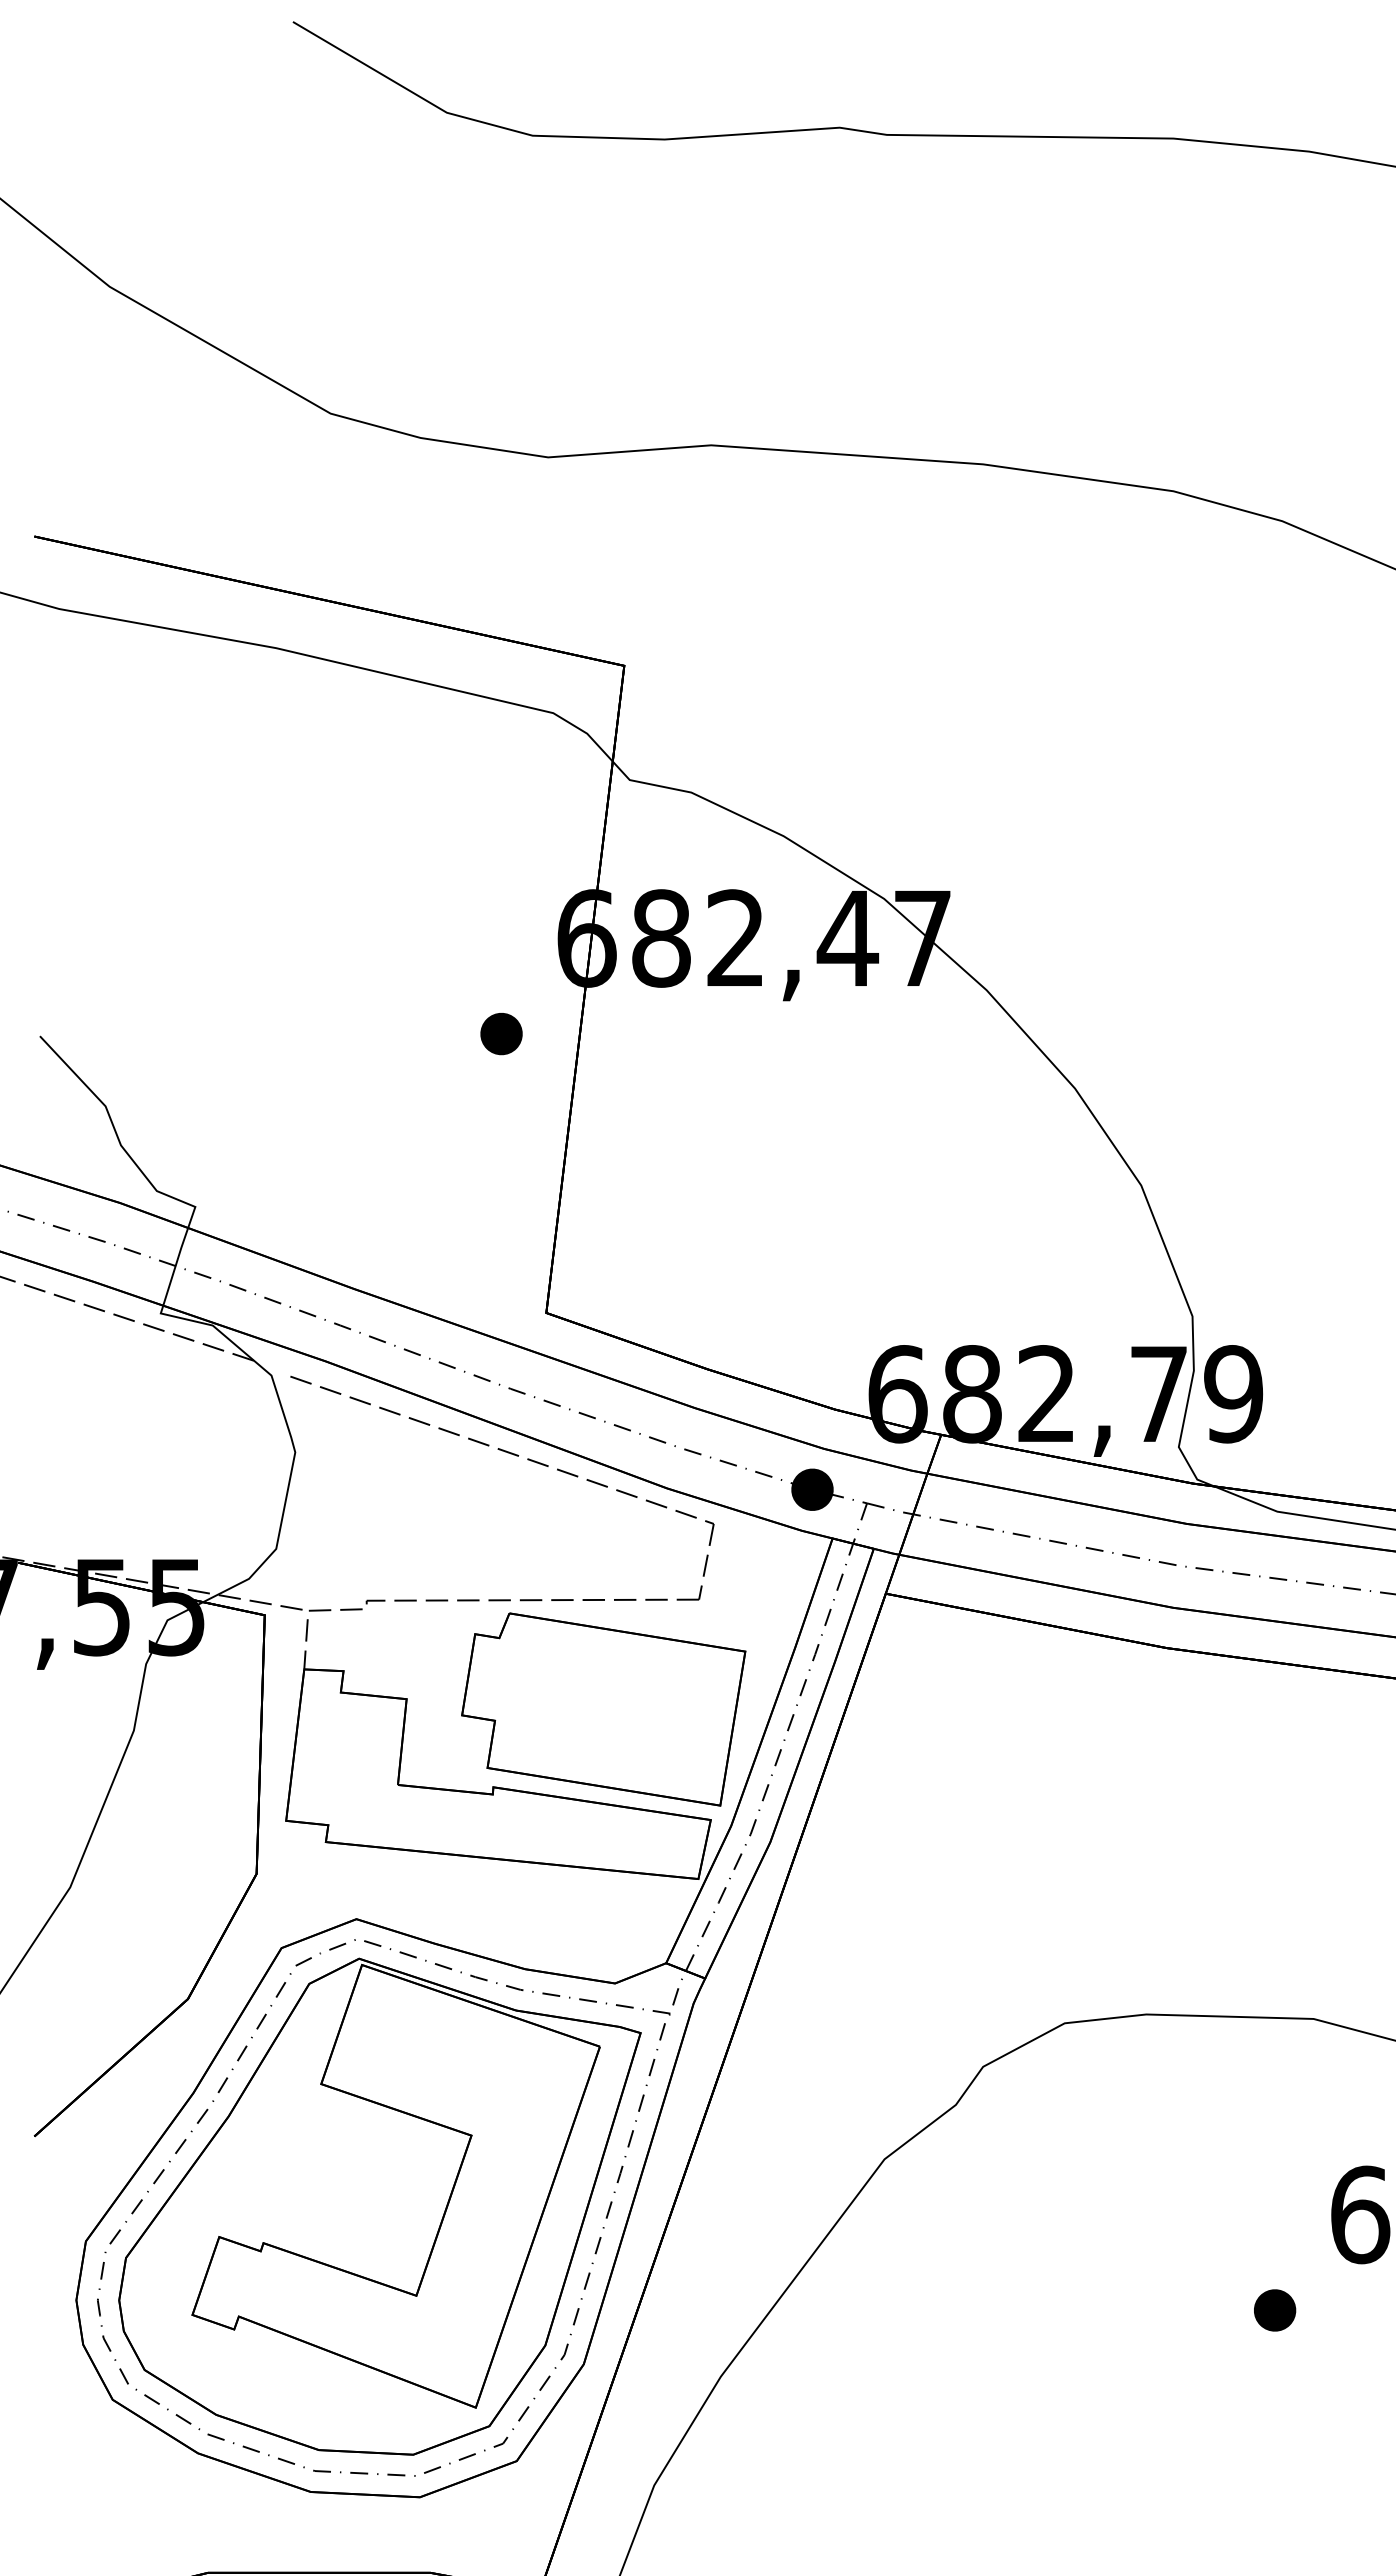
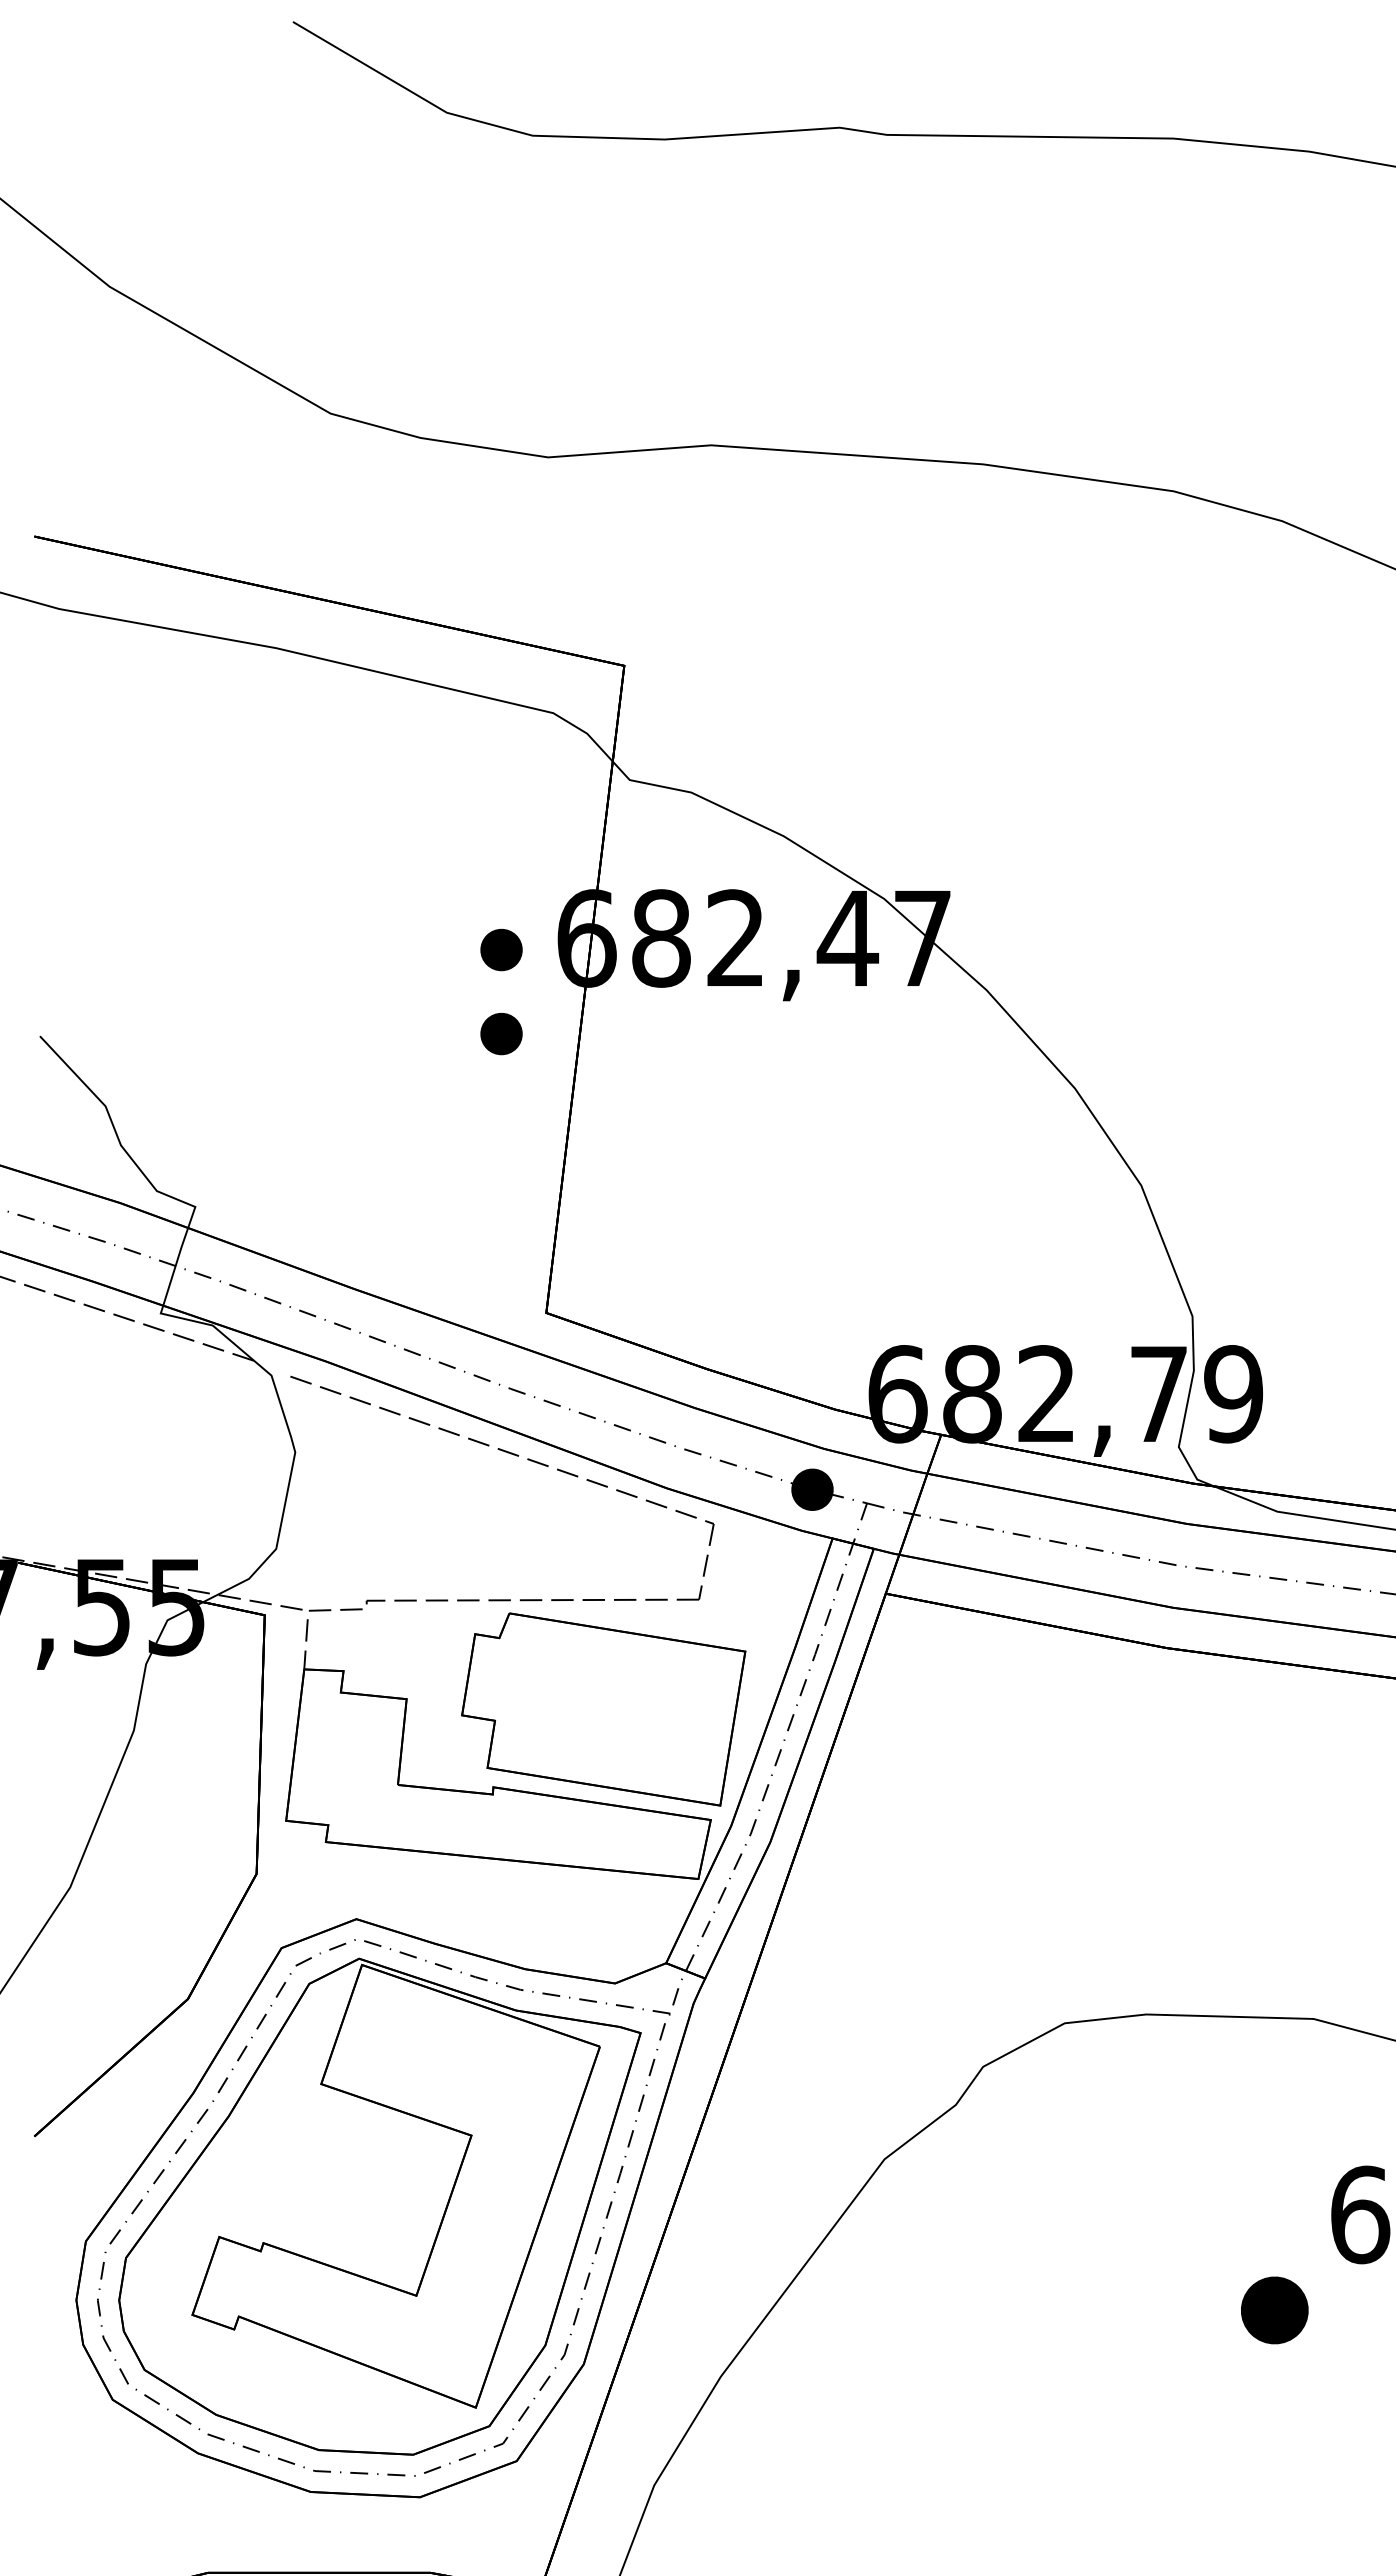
part at (501, 950): none -> present
part at (1275, 2310) size: 43x43 px -> 68x69 px
